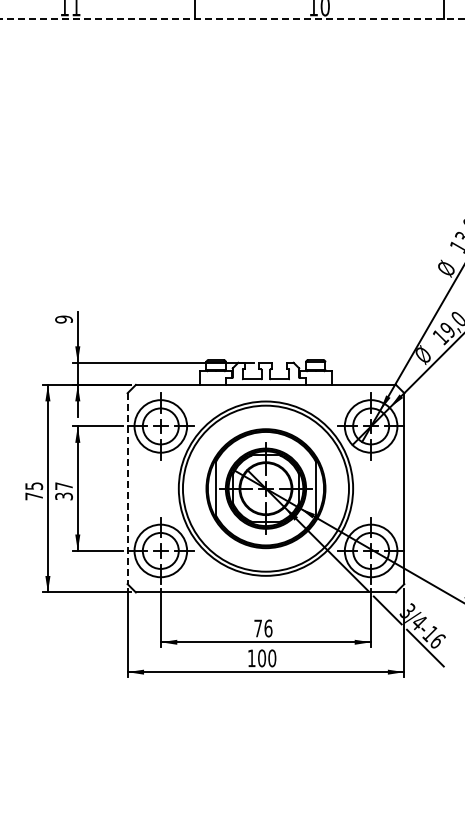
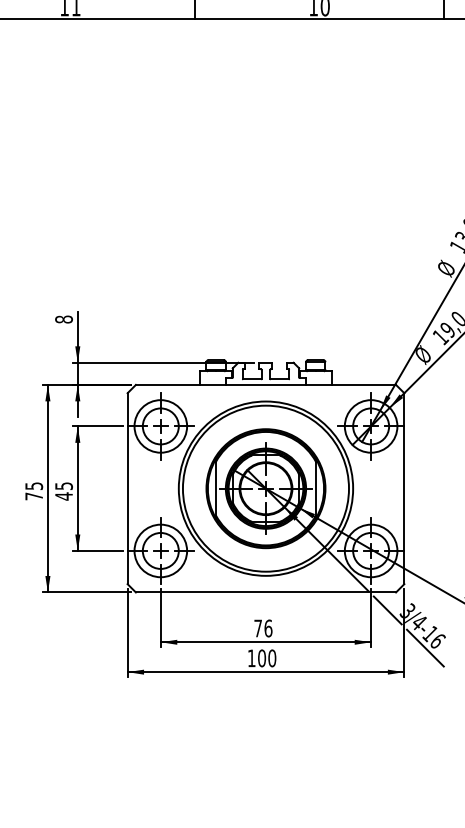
line at (232, 18): dashed -> solid
text at (63, 319): 9 -> 8
line at (127, 489): dashed -> solid
text at (63, 491): 37 -> 45
